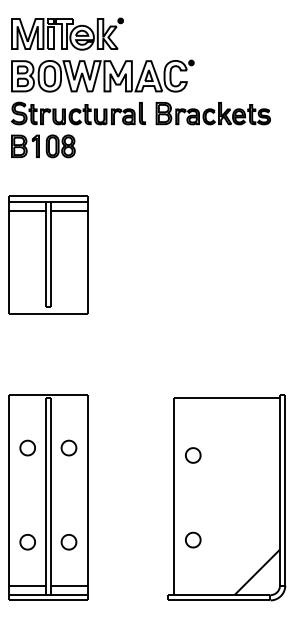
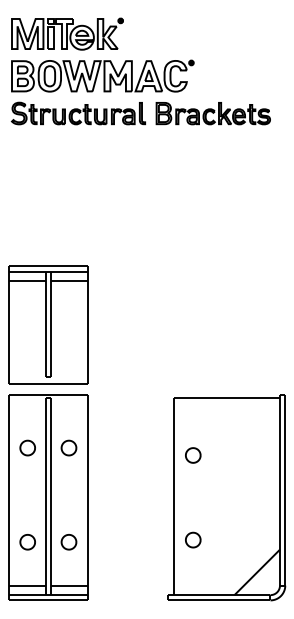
part at (43, 146): present -> none
part at (48, 254) position: (48, 254) -> (48, 324)
